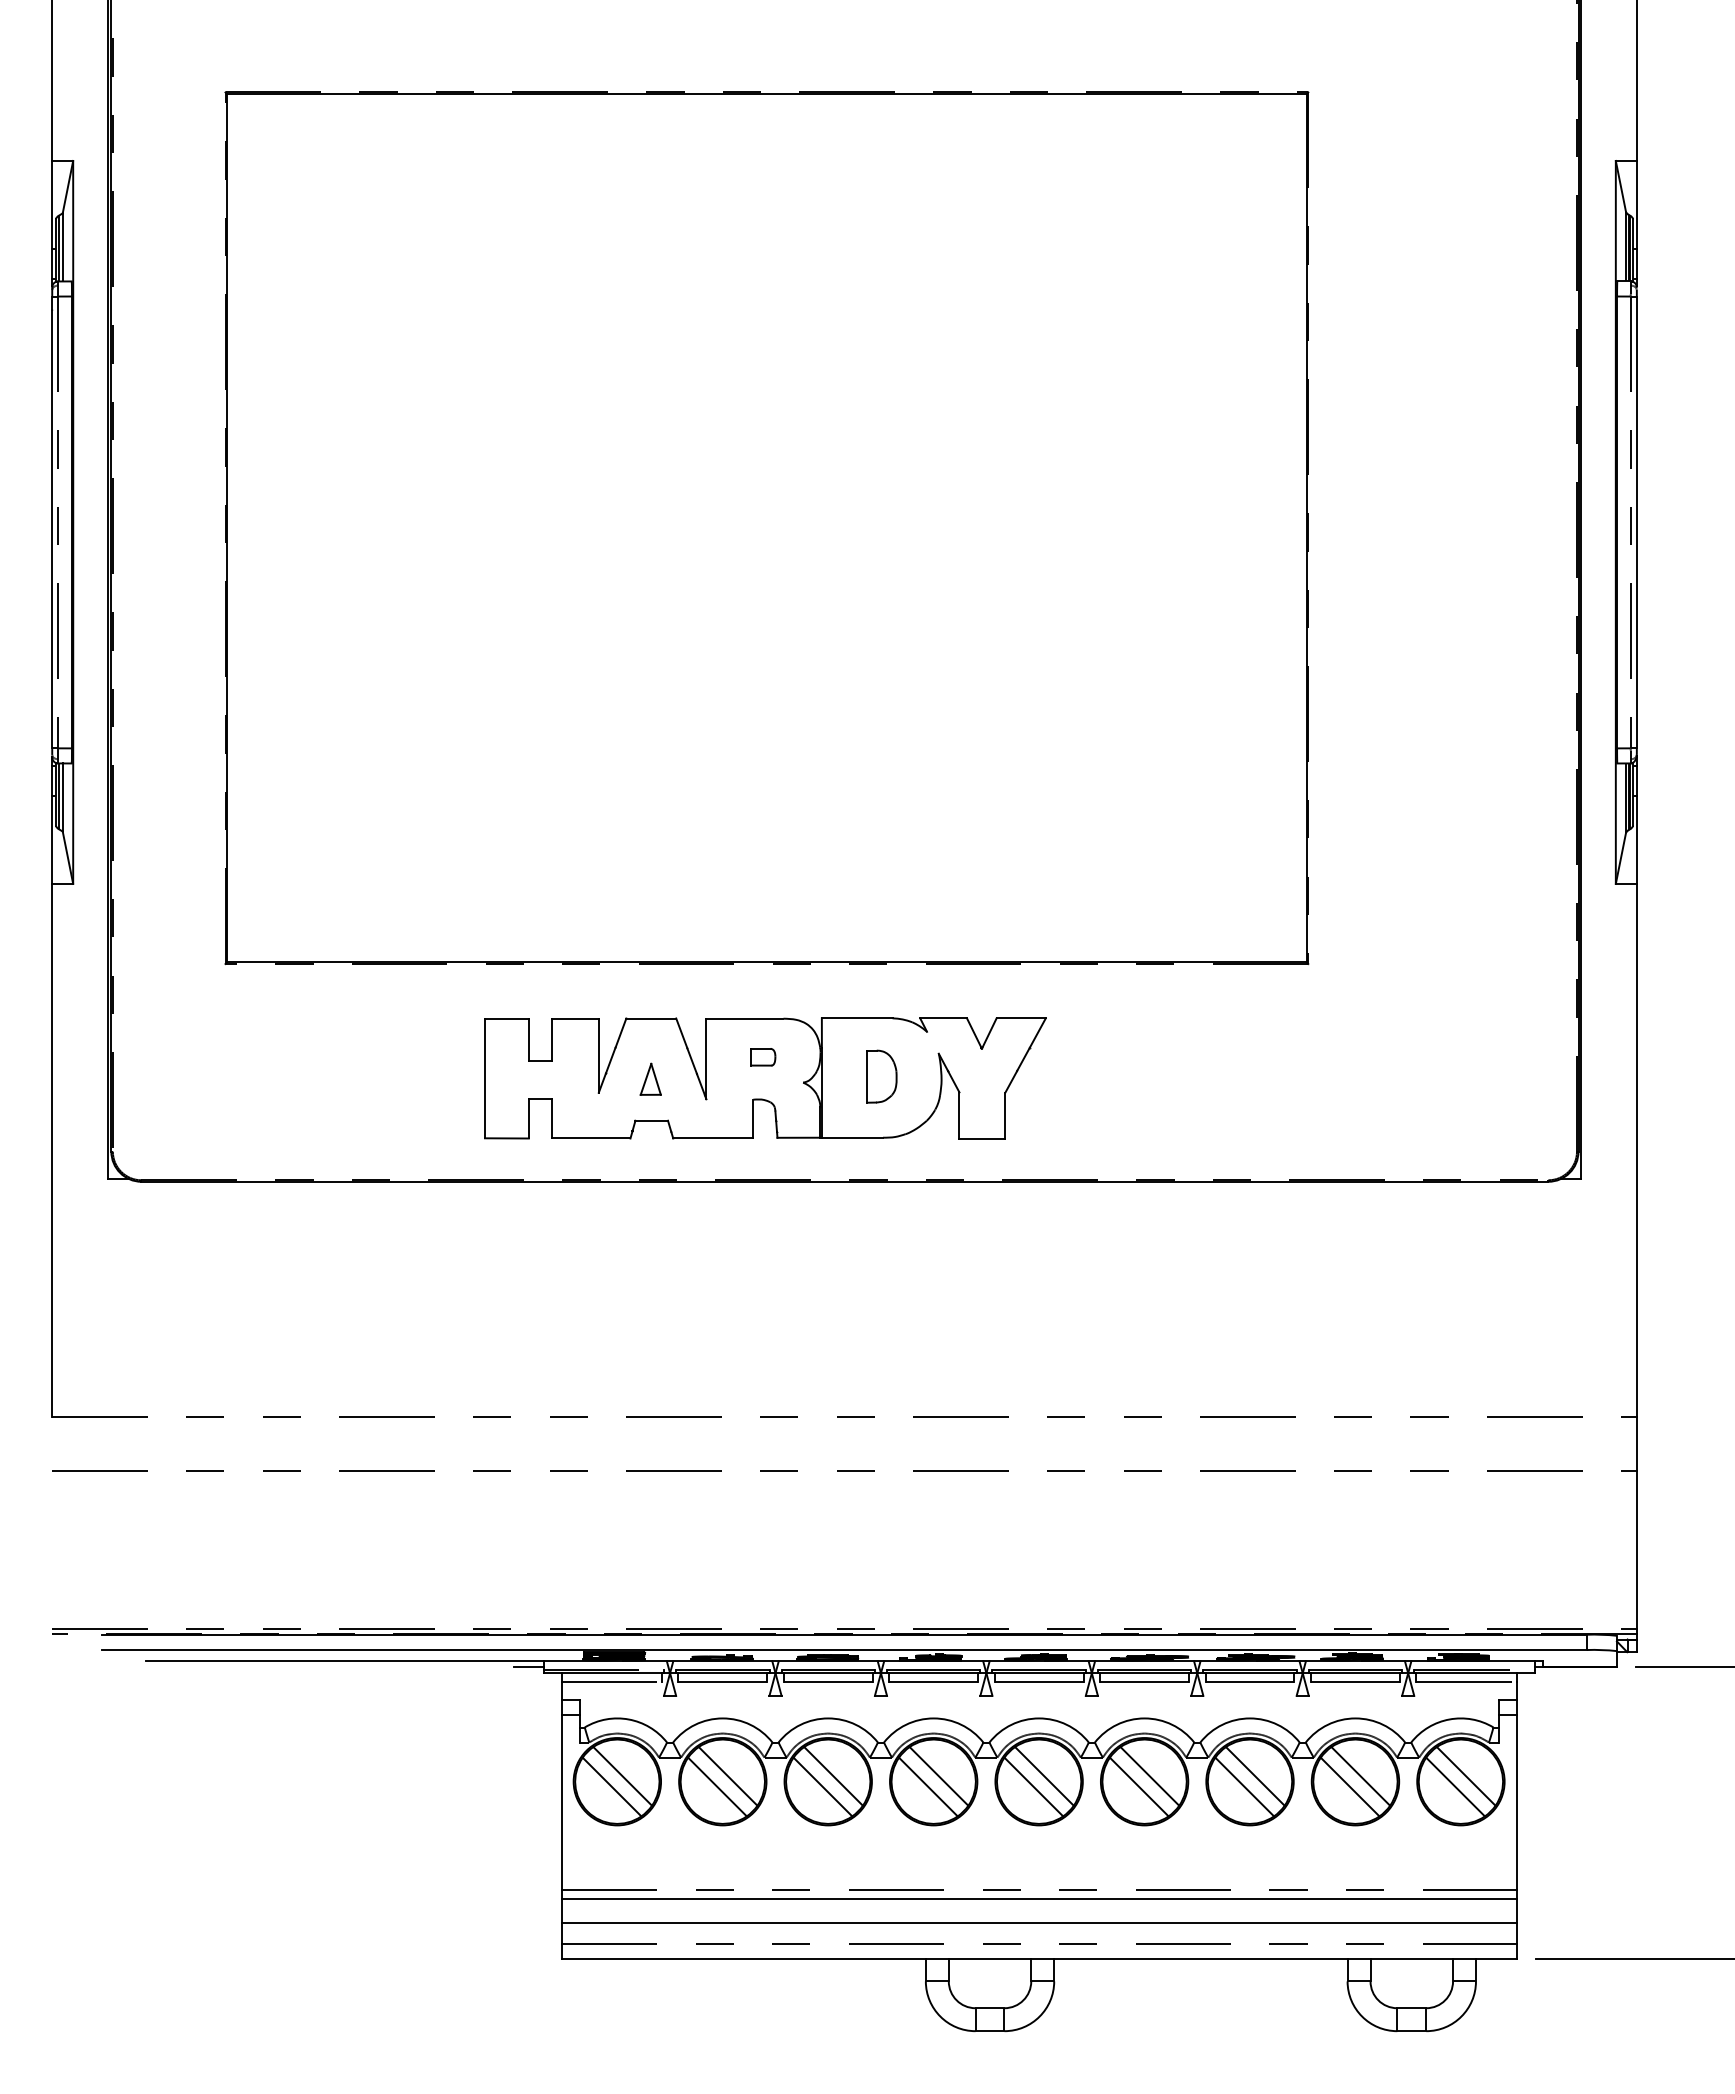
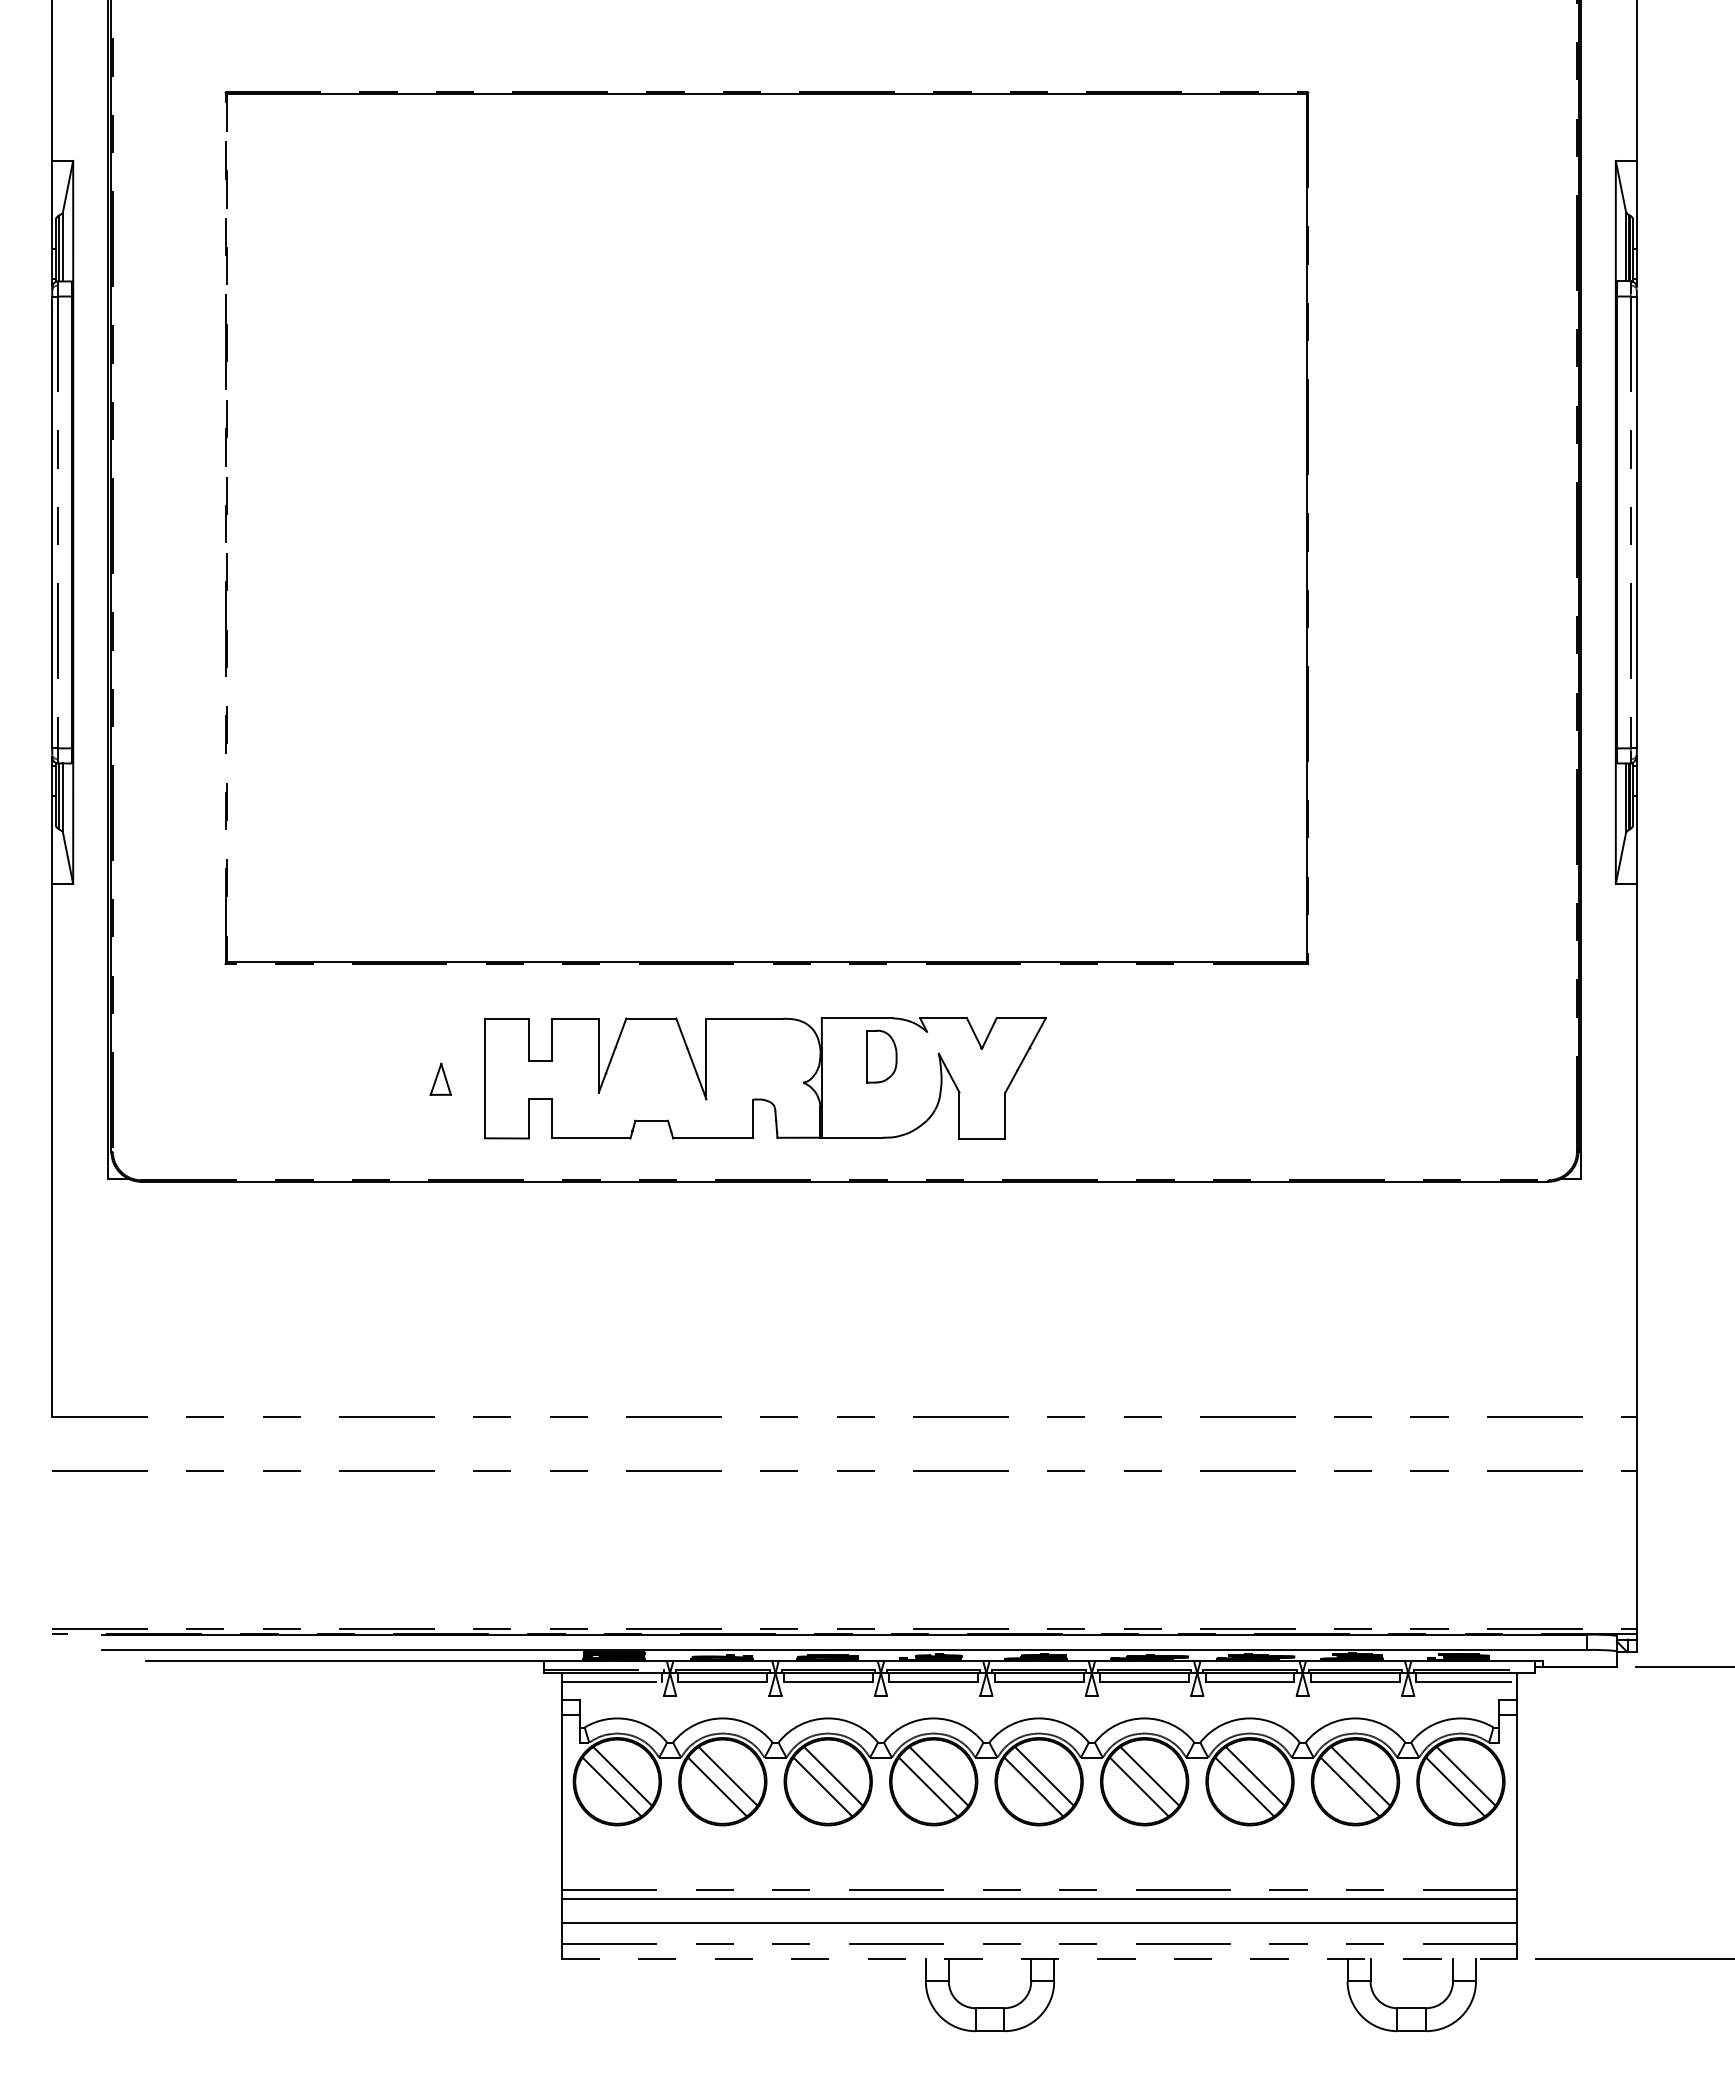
line at (227, 528): solid -> dashed
part at (763, 1057): present -> none
part at (881, 1076) position: (881, 1076) -> (881, 1056)
part at (650, 1078) position: (650, 1078) -> (440, 1078)
line at (528, 1667): present -> none
line at (1039, 1959): solid -> dashed
